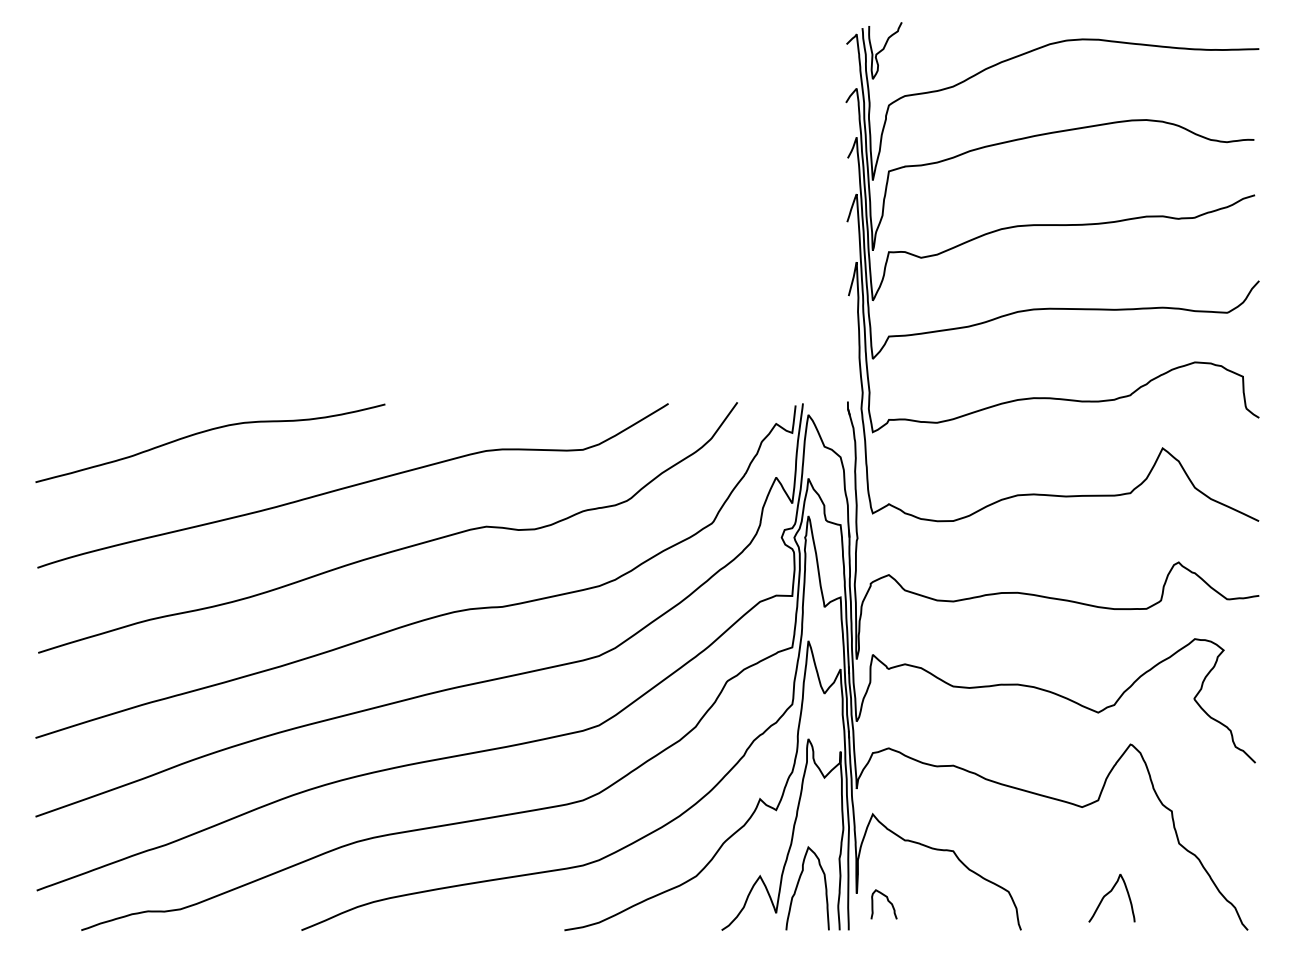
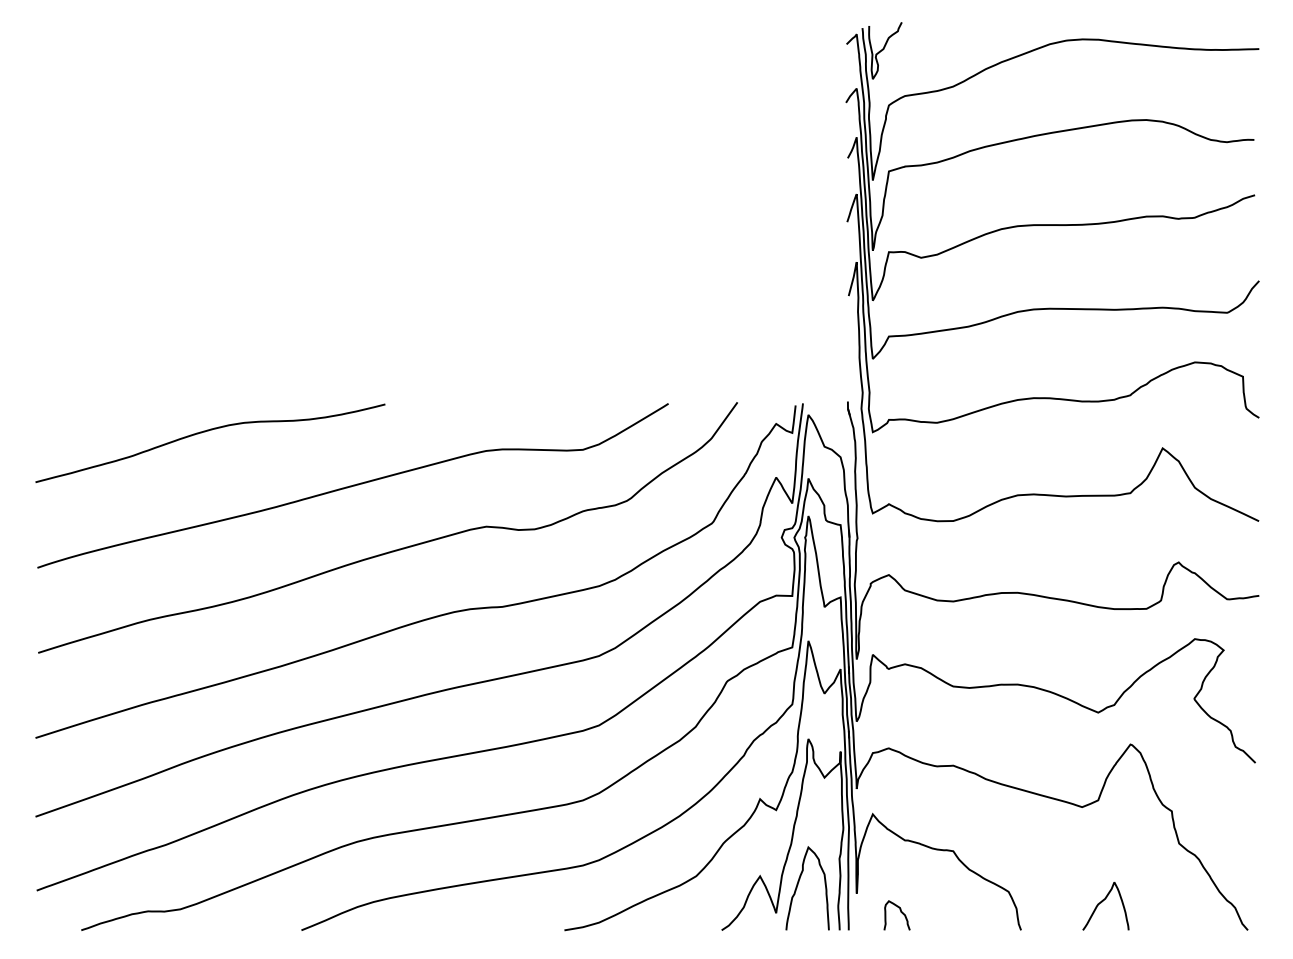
curve at (1108, 894) position: (1108, 894) -> (1102, 902)
curve at (887, 901) position: (887, 901) -> (900, 912)
